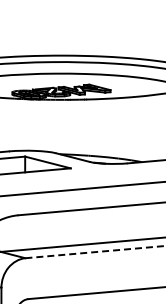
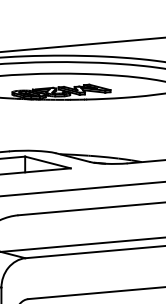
line at (82, 44): none -> present
line at (96, 252): dashed -> solid
